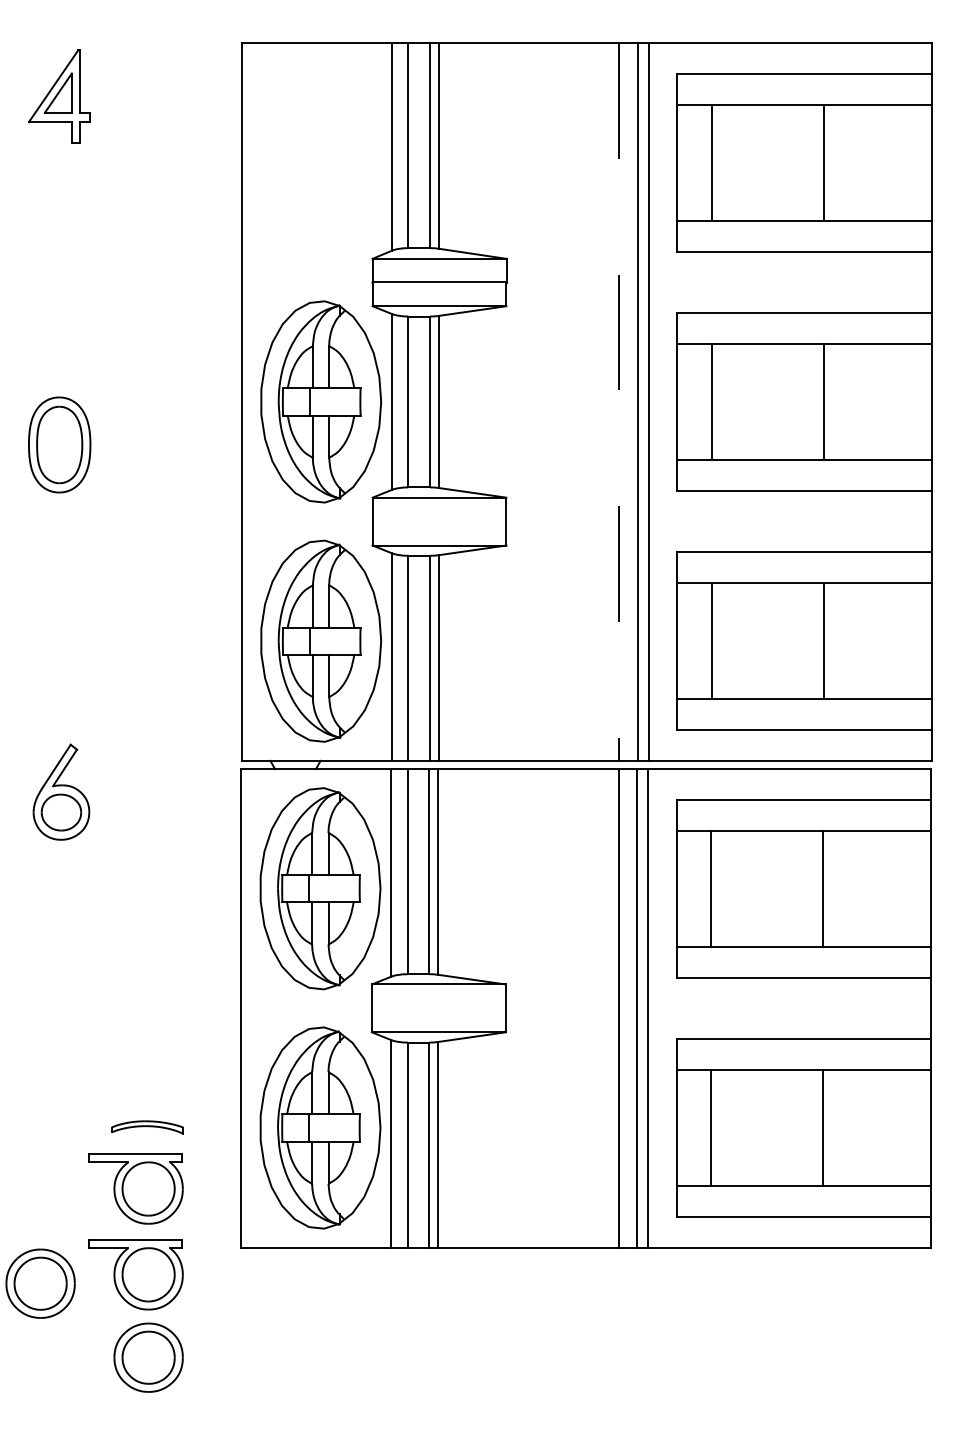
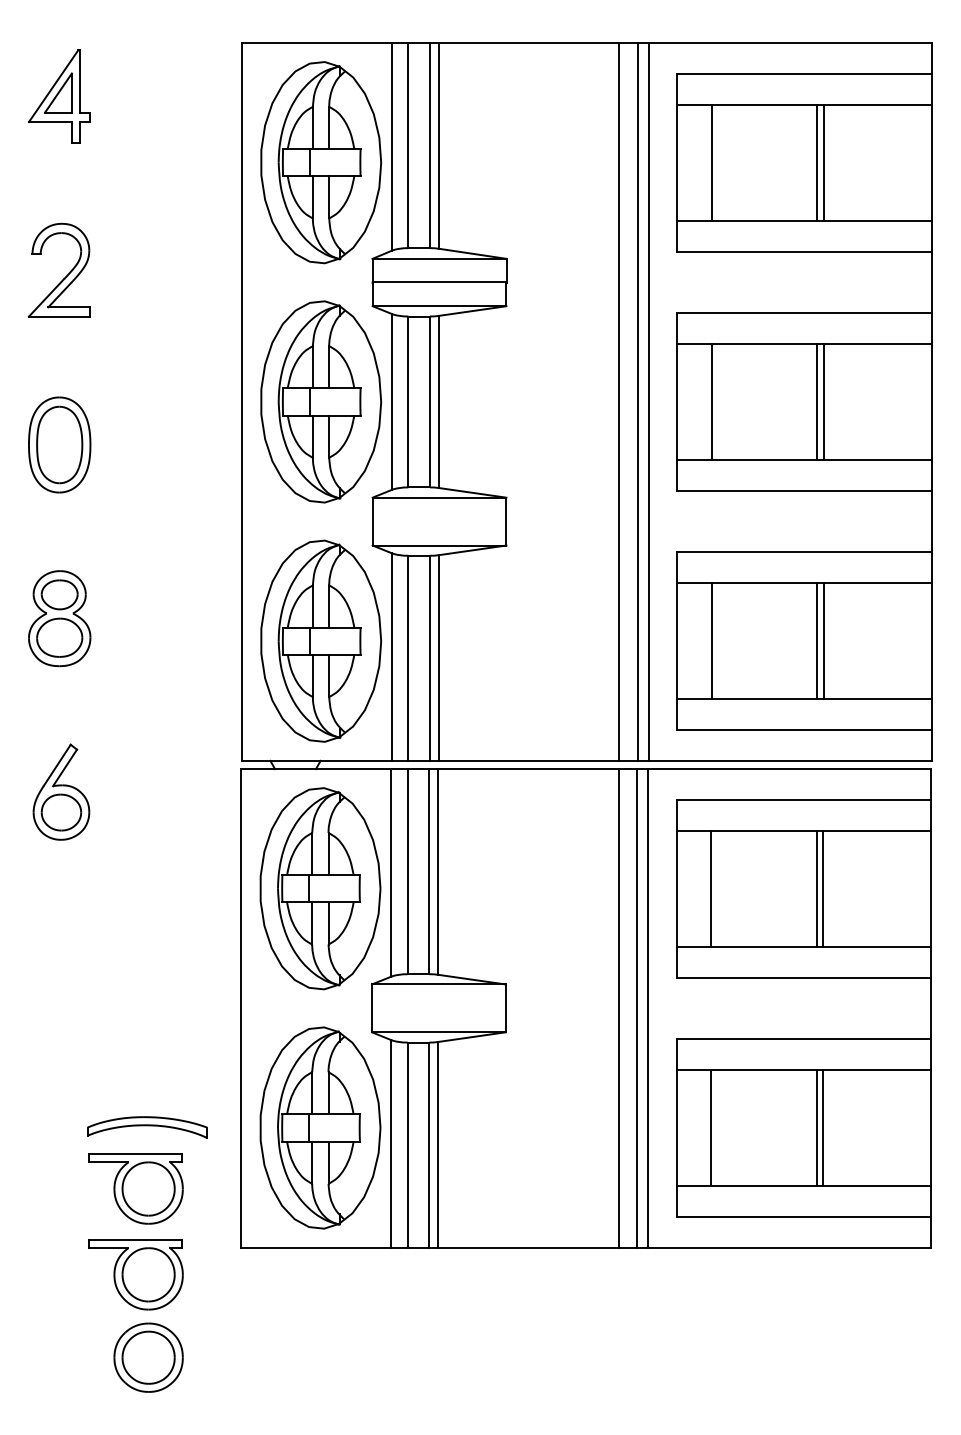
part at (321, 162): none -> present
line at (817, 162): none -> present
part at (65, 276): none -> present
line at (619, 401): dashed -> solid
line at (817, 401): none -> present
part at (59, 618): none -> present
line at (817, 641): none -> present
line at (816, 888): none -> present
part at (147, 1127) size: 73x15 px -> 121x23 px
line at (816, 1127): none -> present
part at (40, 1283): present -> none
